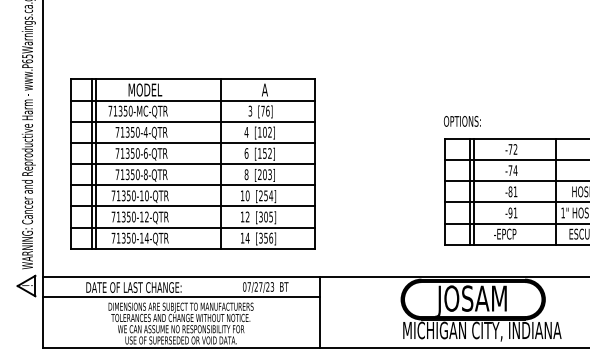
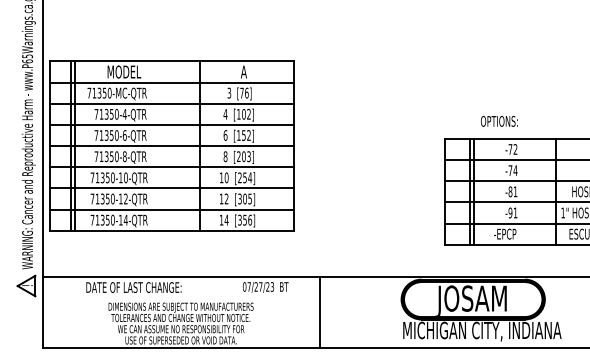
text at (461, 121) position: (461, 121) -> (498, 121)
part at (192, 163) position: (192, 163) -> (171, 145)
line at (181, 296): present -> none
